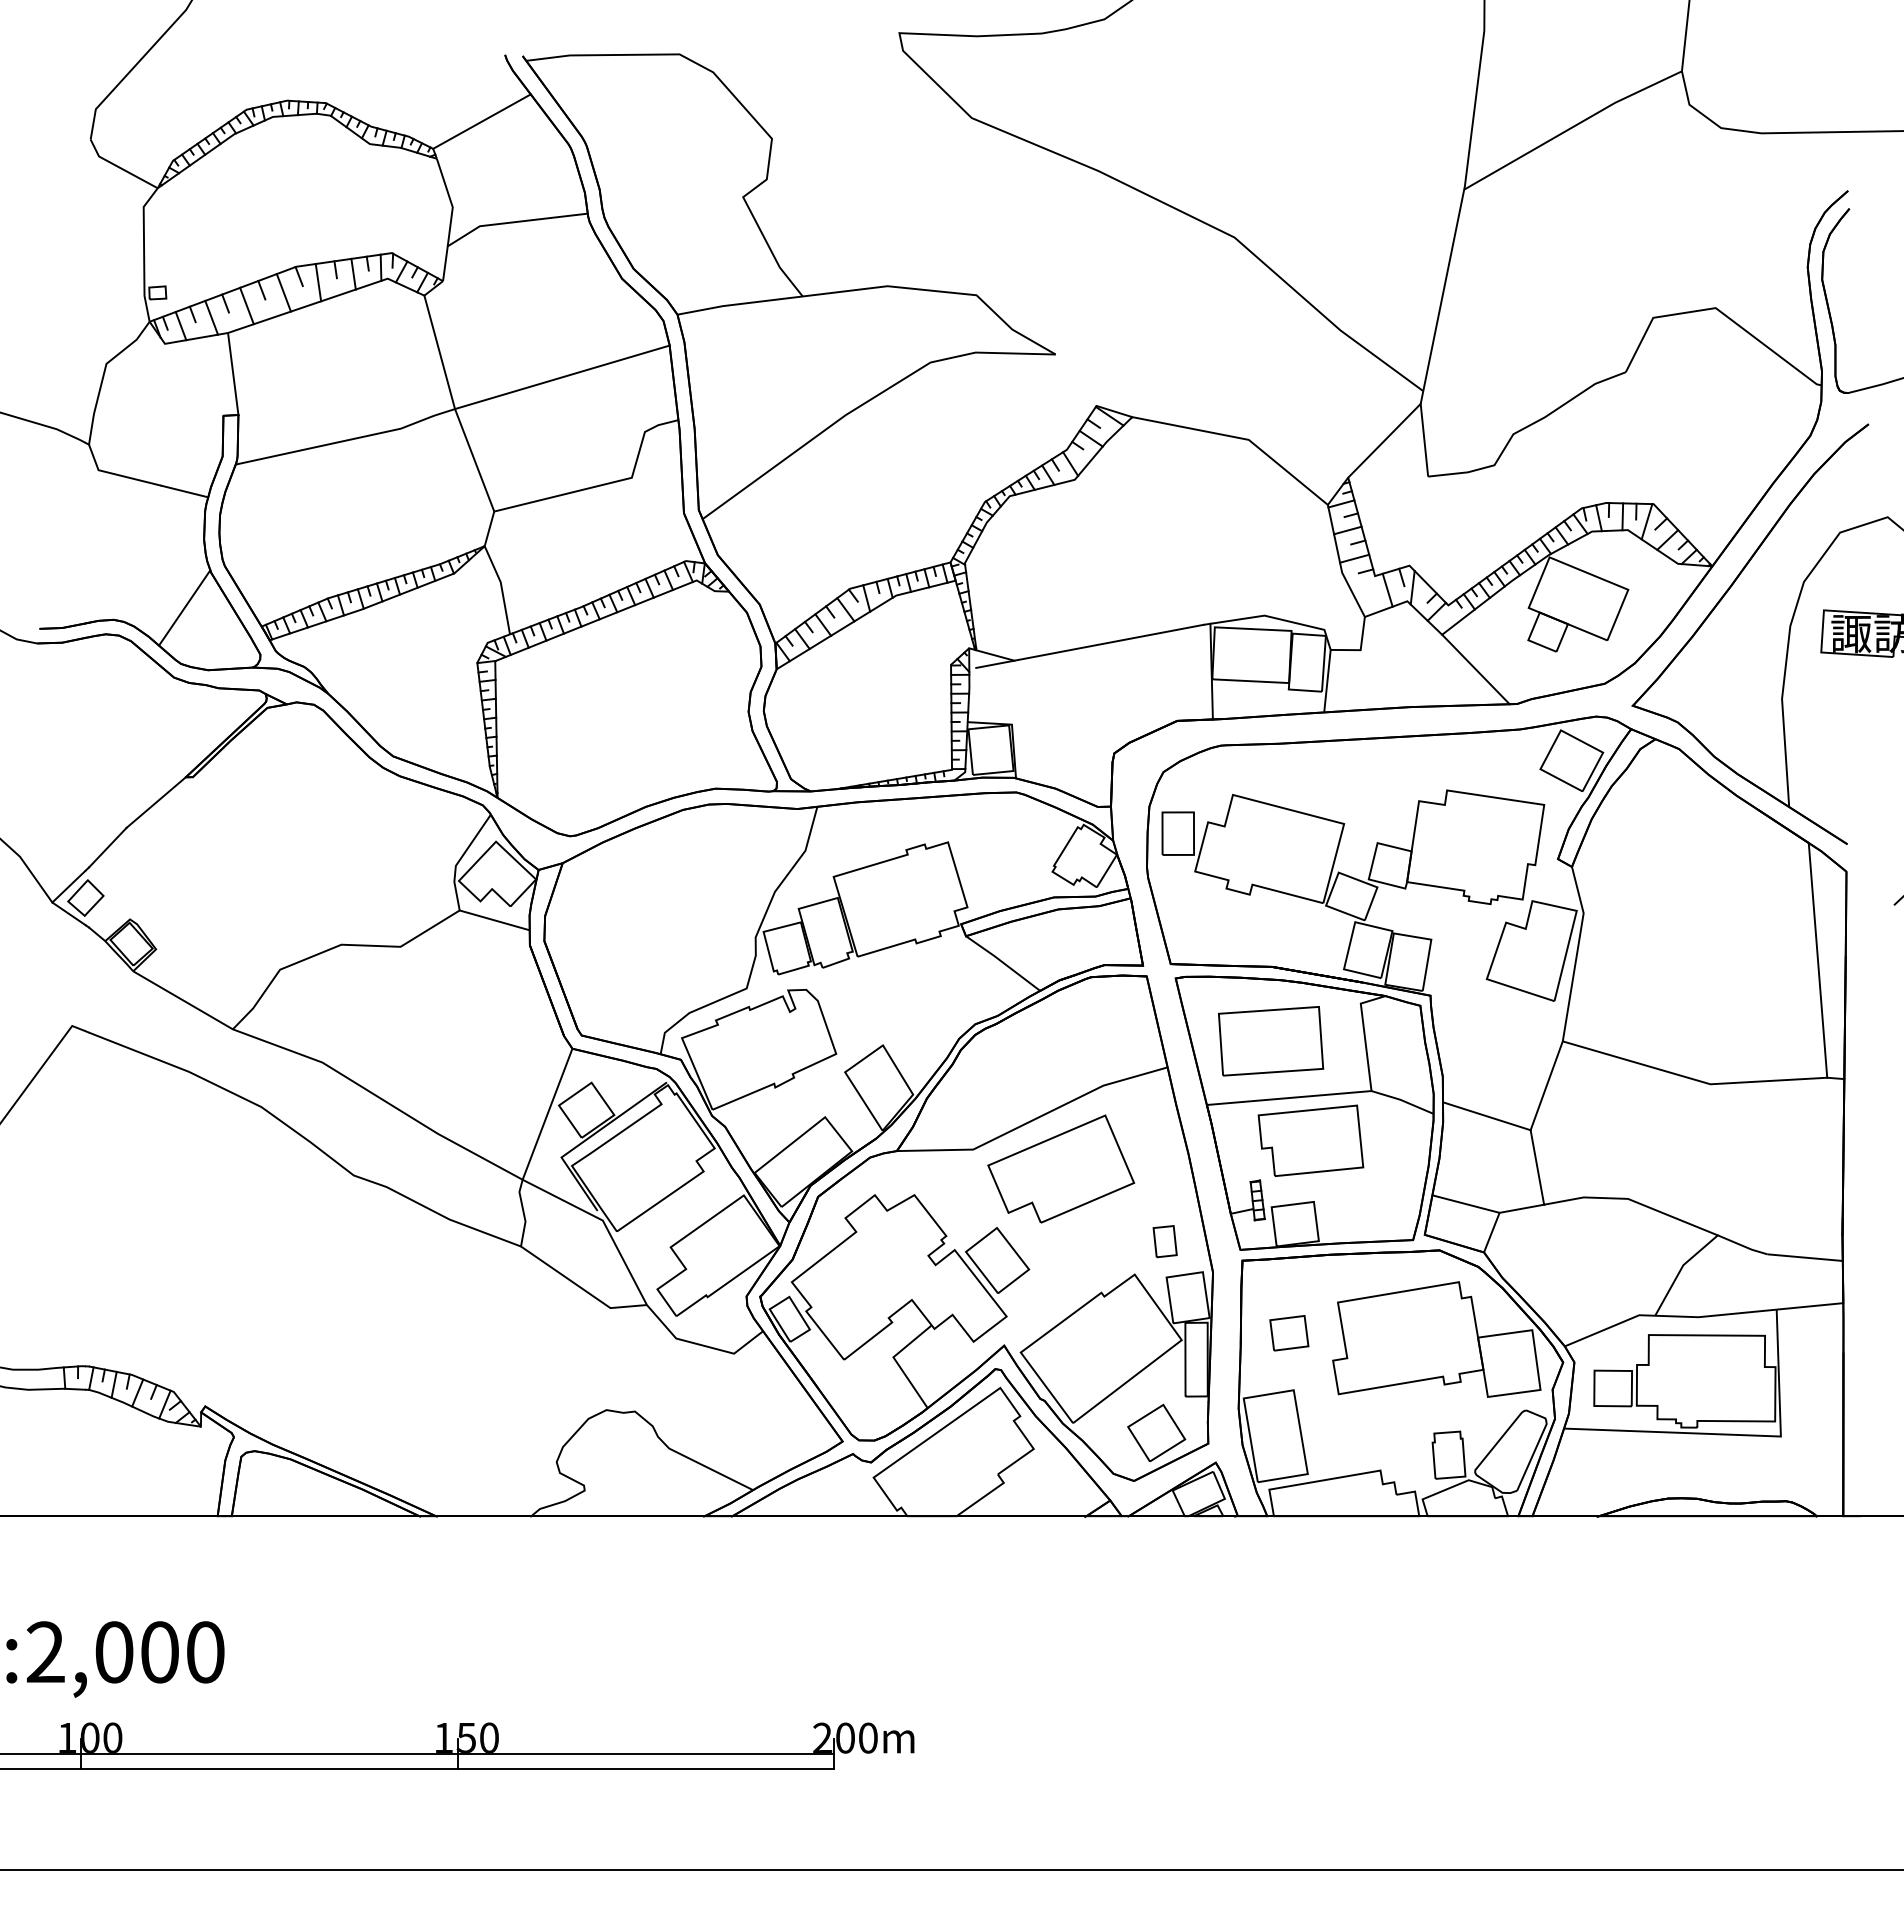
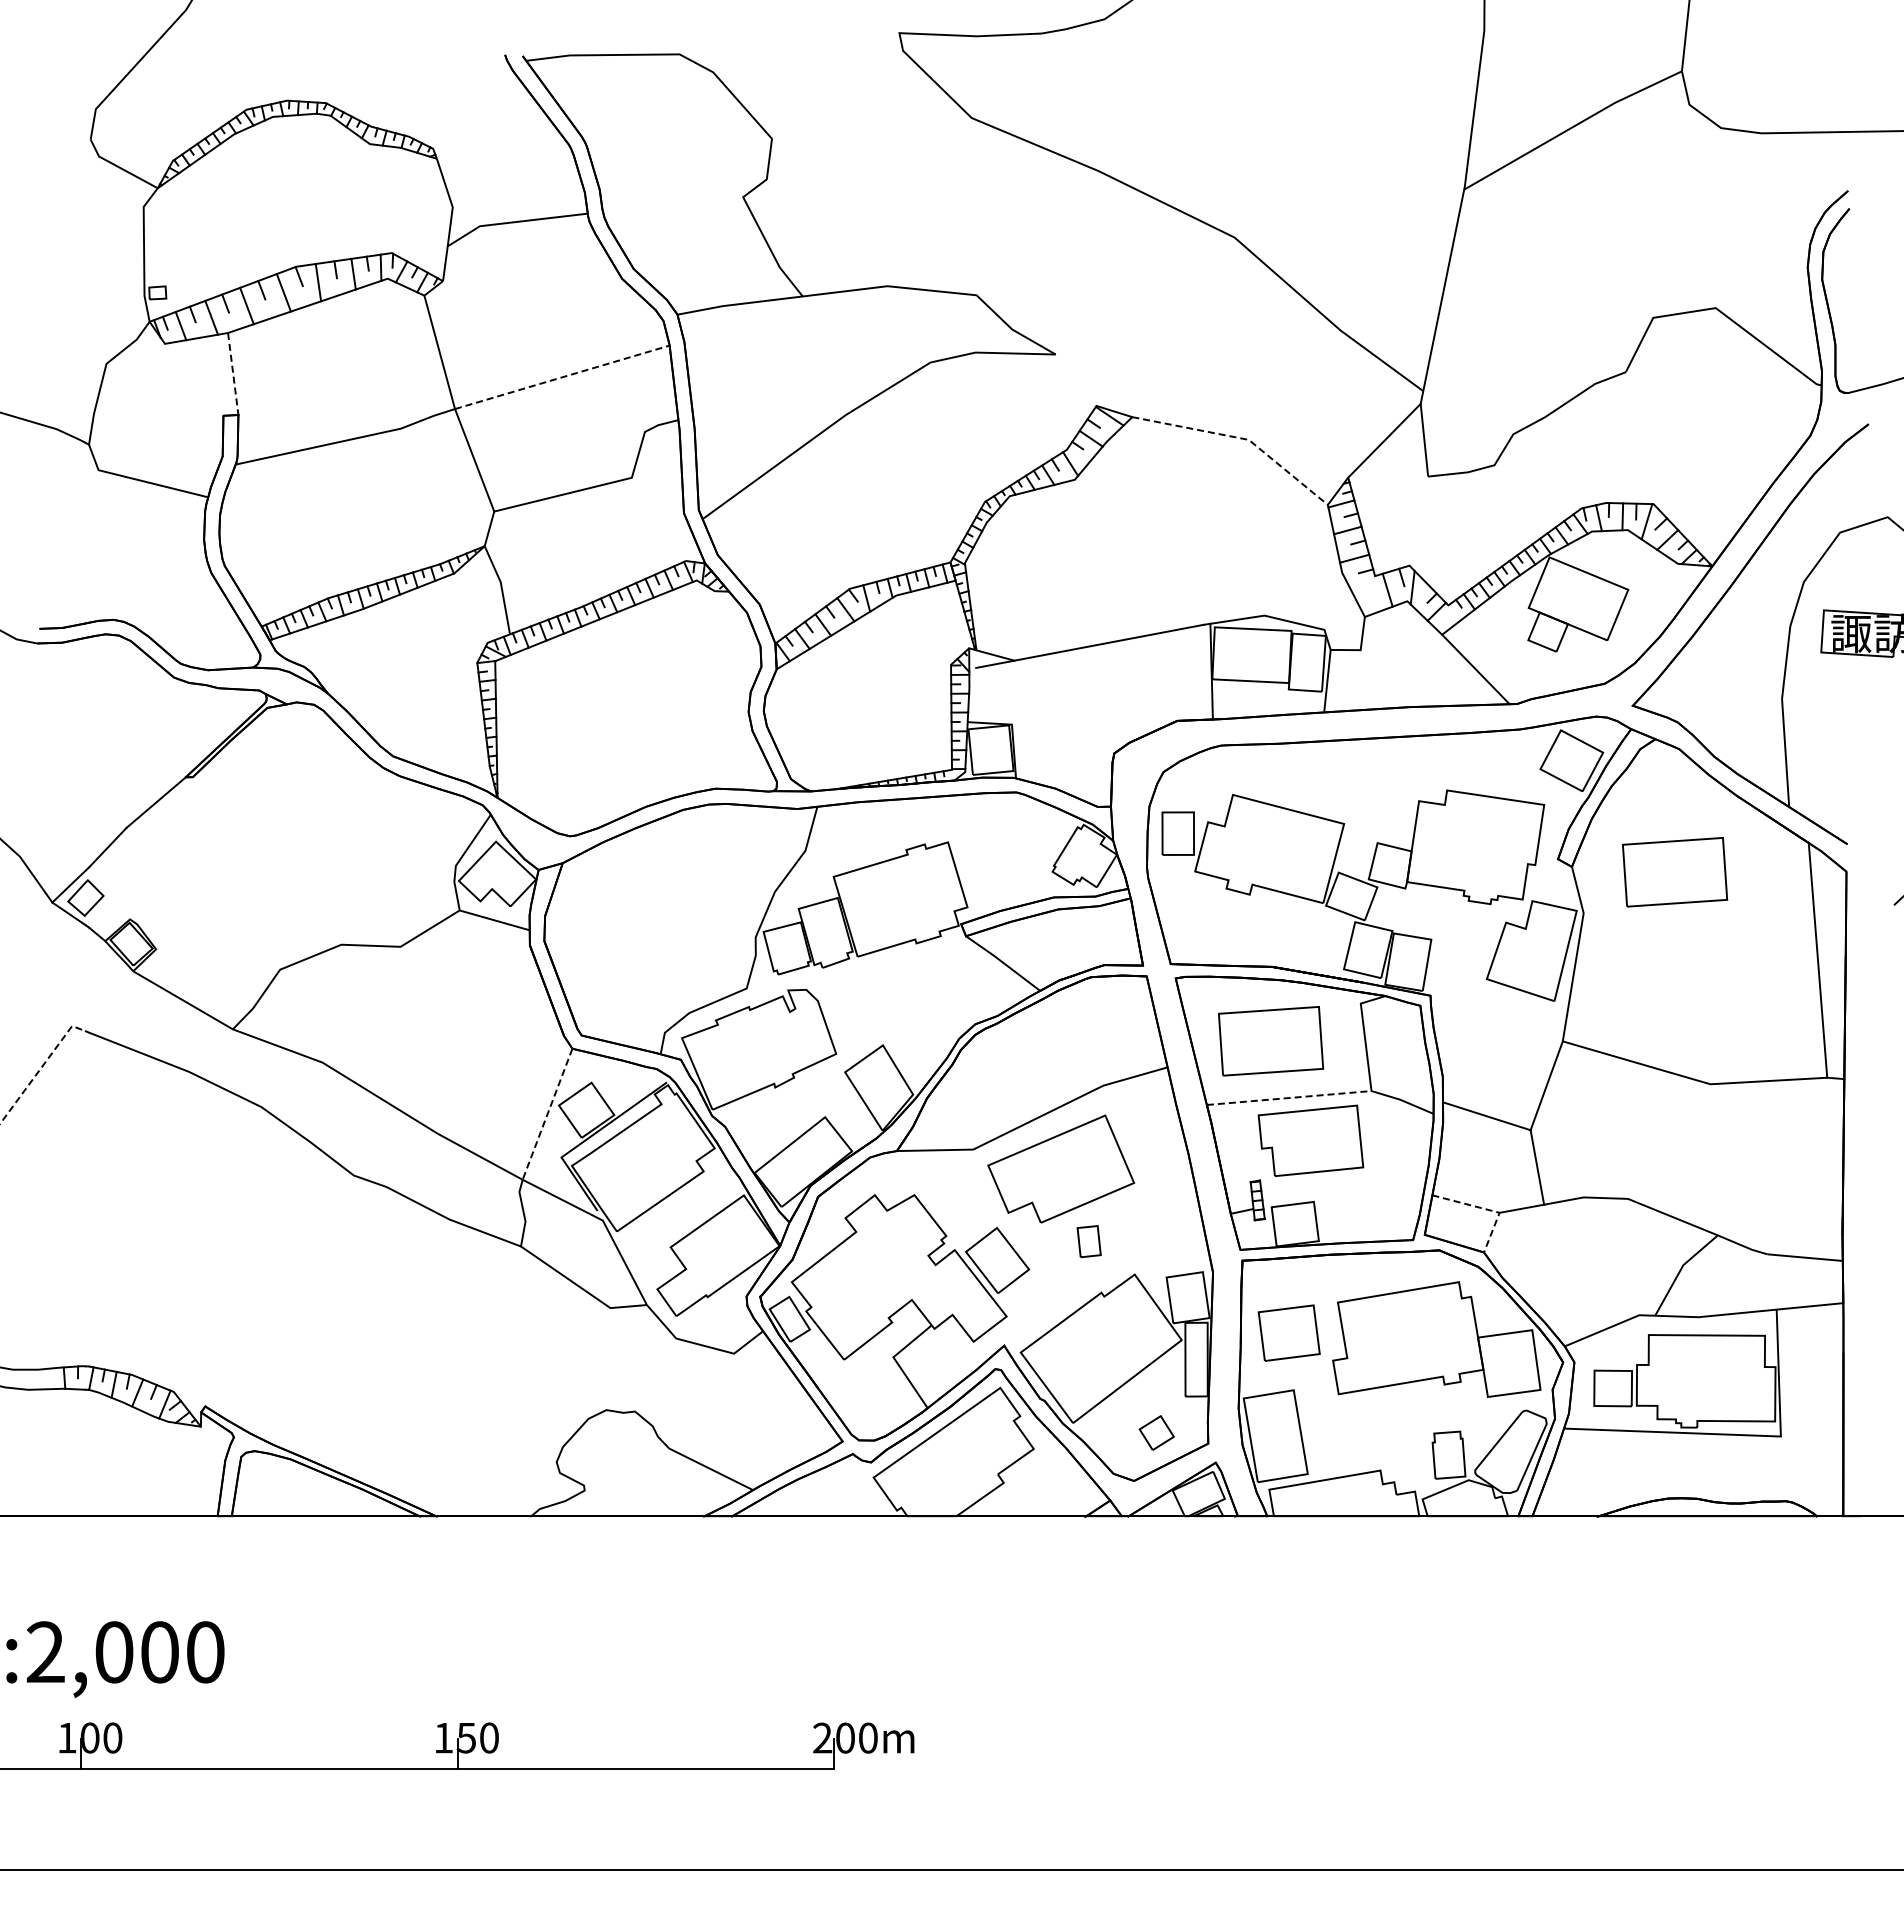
line at (481, 121): present -> none
line at (233, 374): solid -> dashed
line at (562, 377): solid -> dashed
line at (1241, 438): solid -> dashed
line at (184, 607): present -> none
part at (1675, 872): none -> present
line at (41, 1067): solid -> dashed
line at (1289, 1098): solid -> dashed
line at (547, 1114): solid -> dashed
line at (1487, 1209): solid -> dashed
part at (1164, 1241) position: (1164, 1241) -> (1088, 1241)
part at (1289, 1333) size: 41x37 px -> 64x58 px
part at (1156, 1432) size: 60x60 px -> 37x36 px
line at (418, 1754): present -> none
